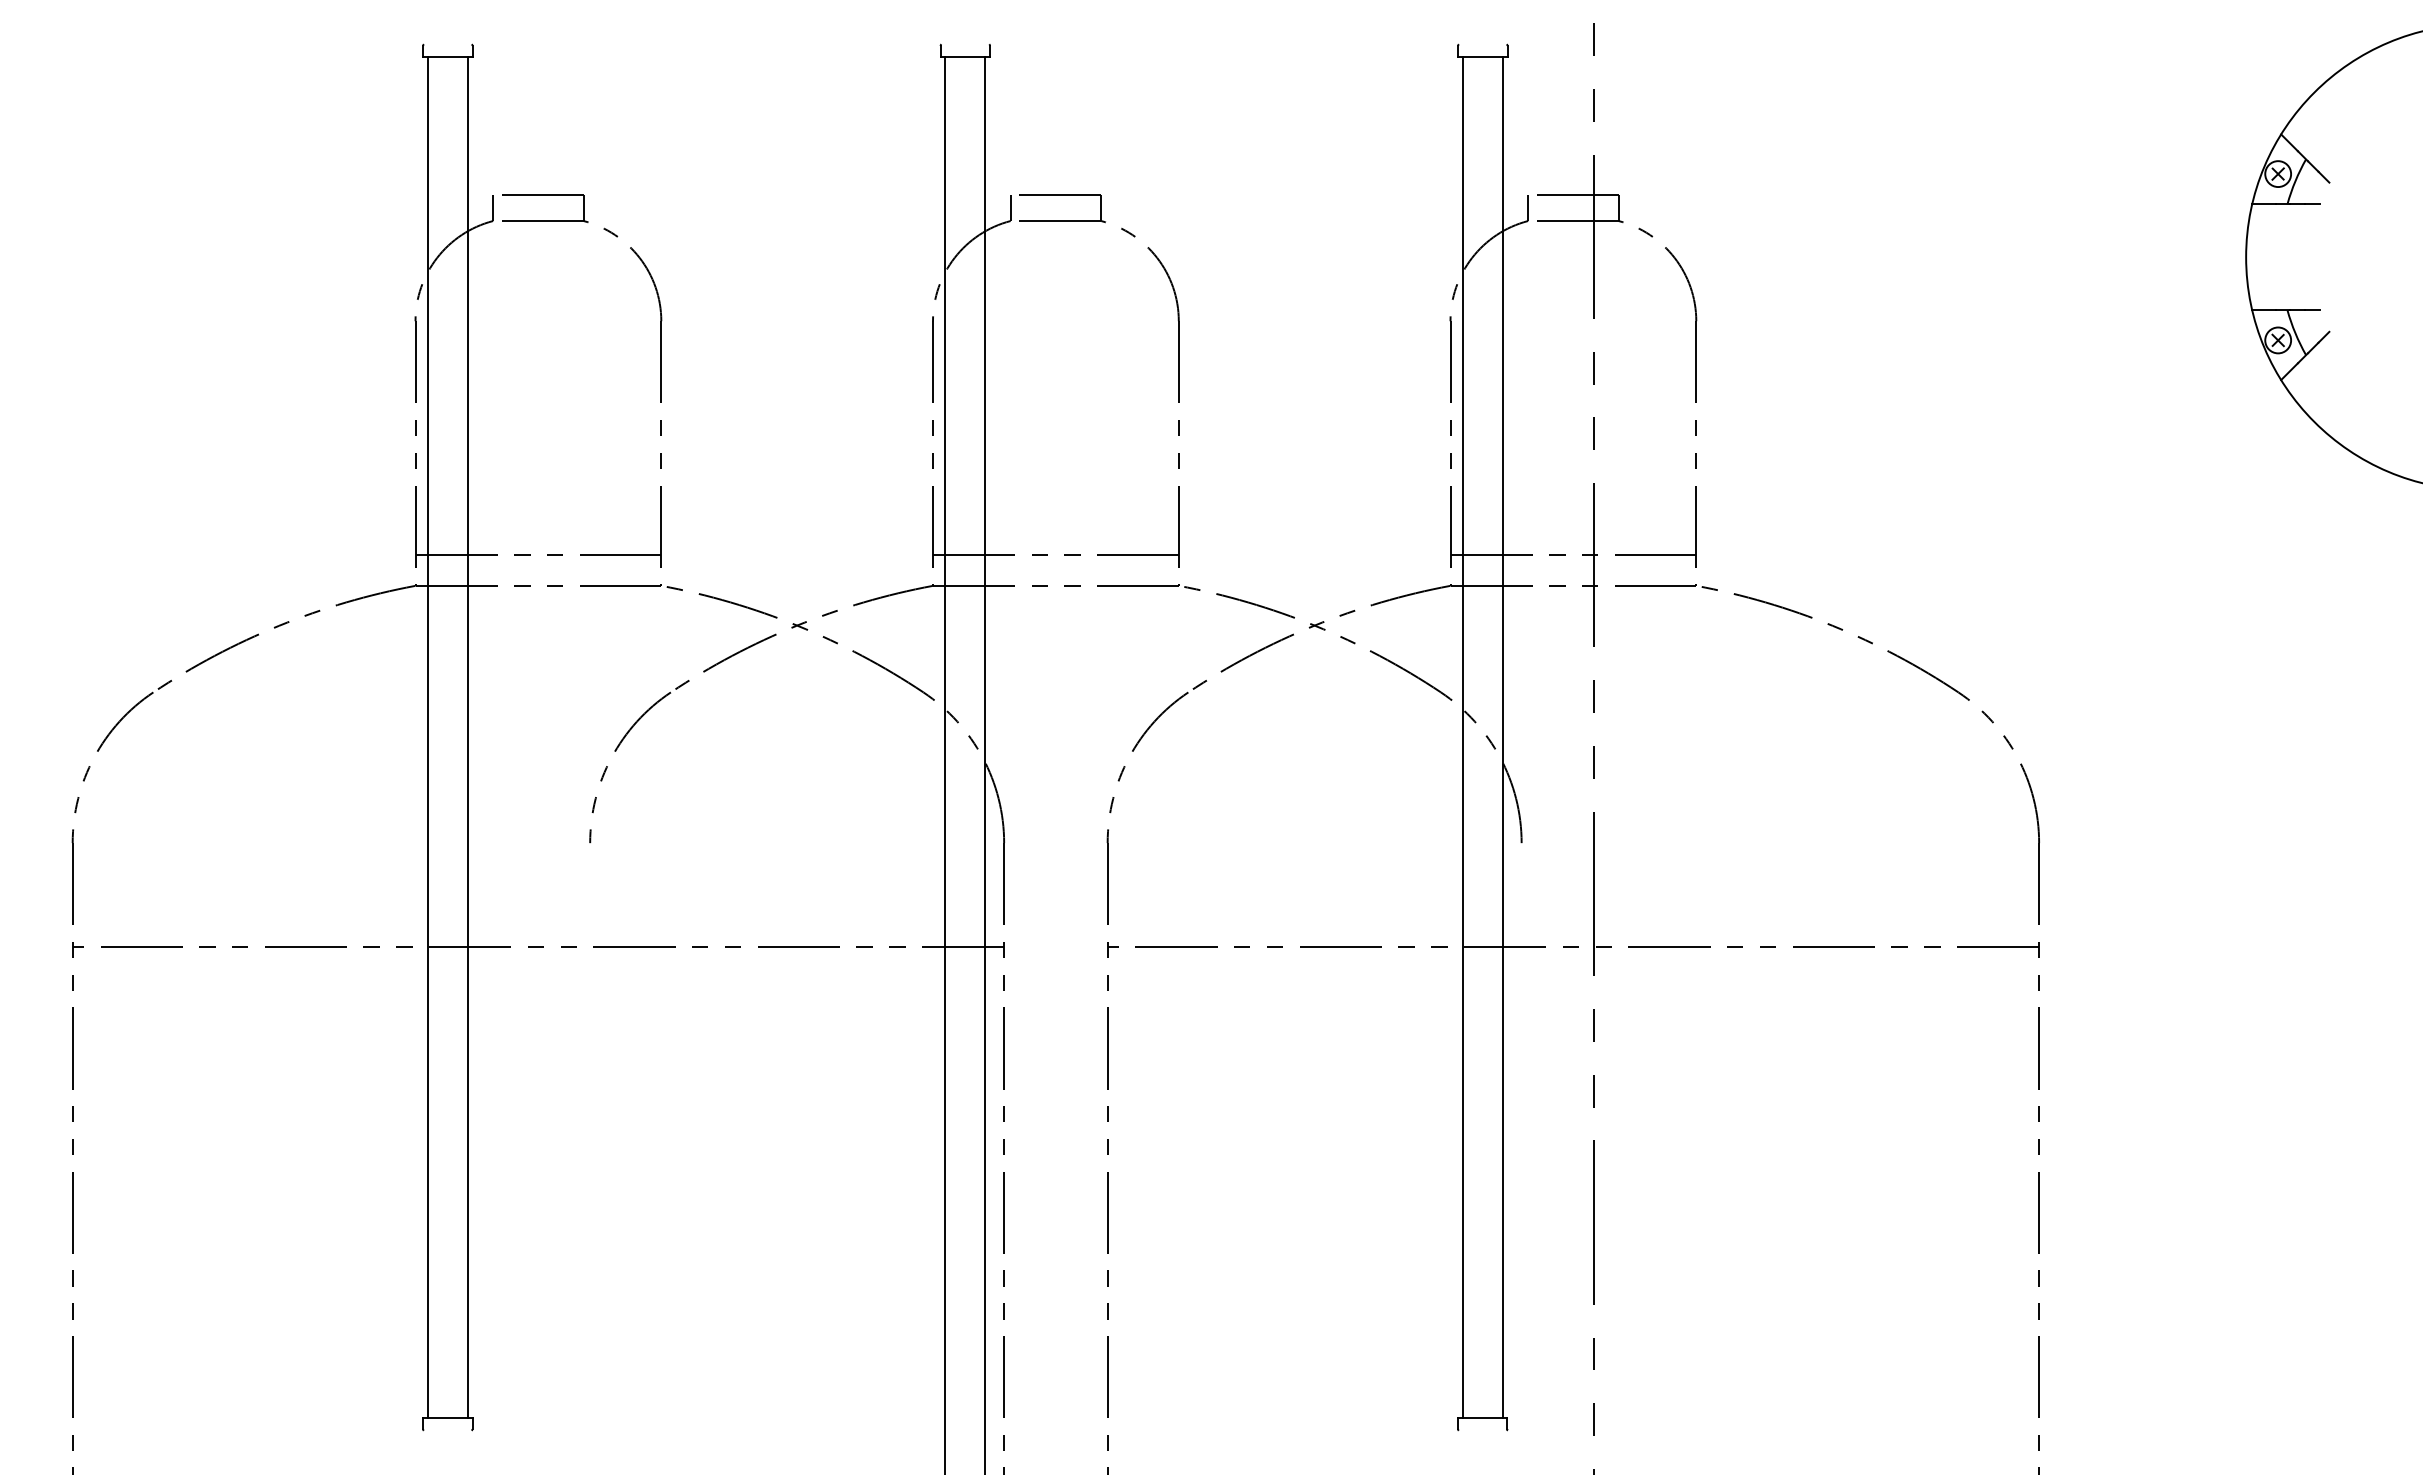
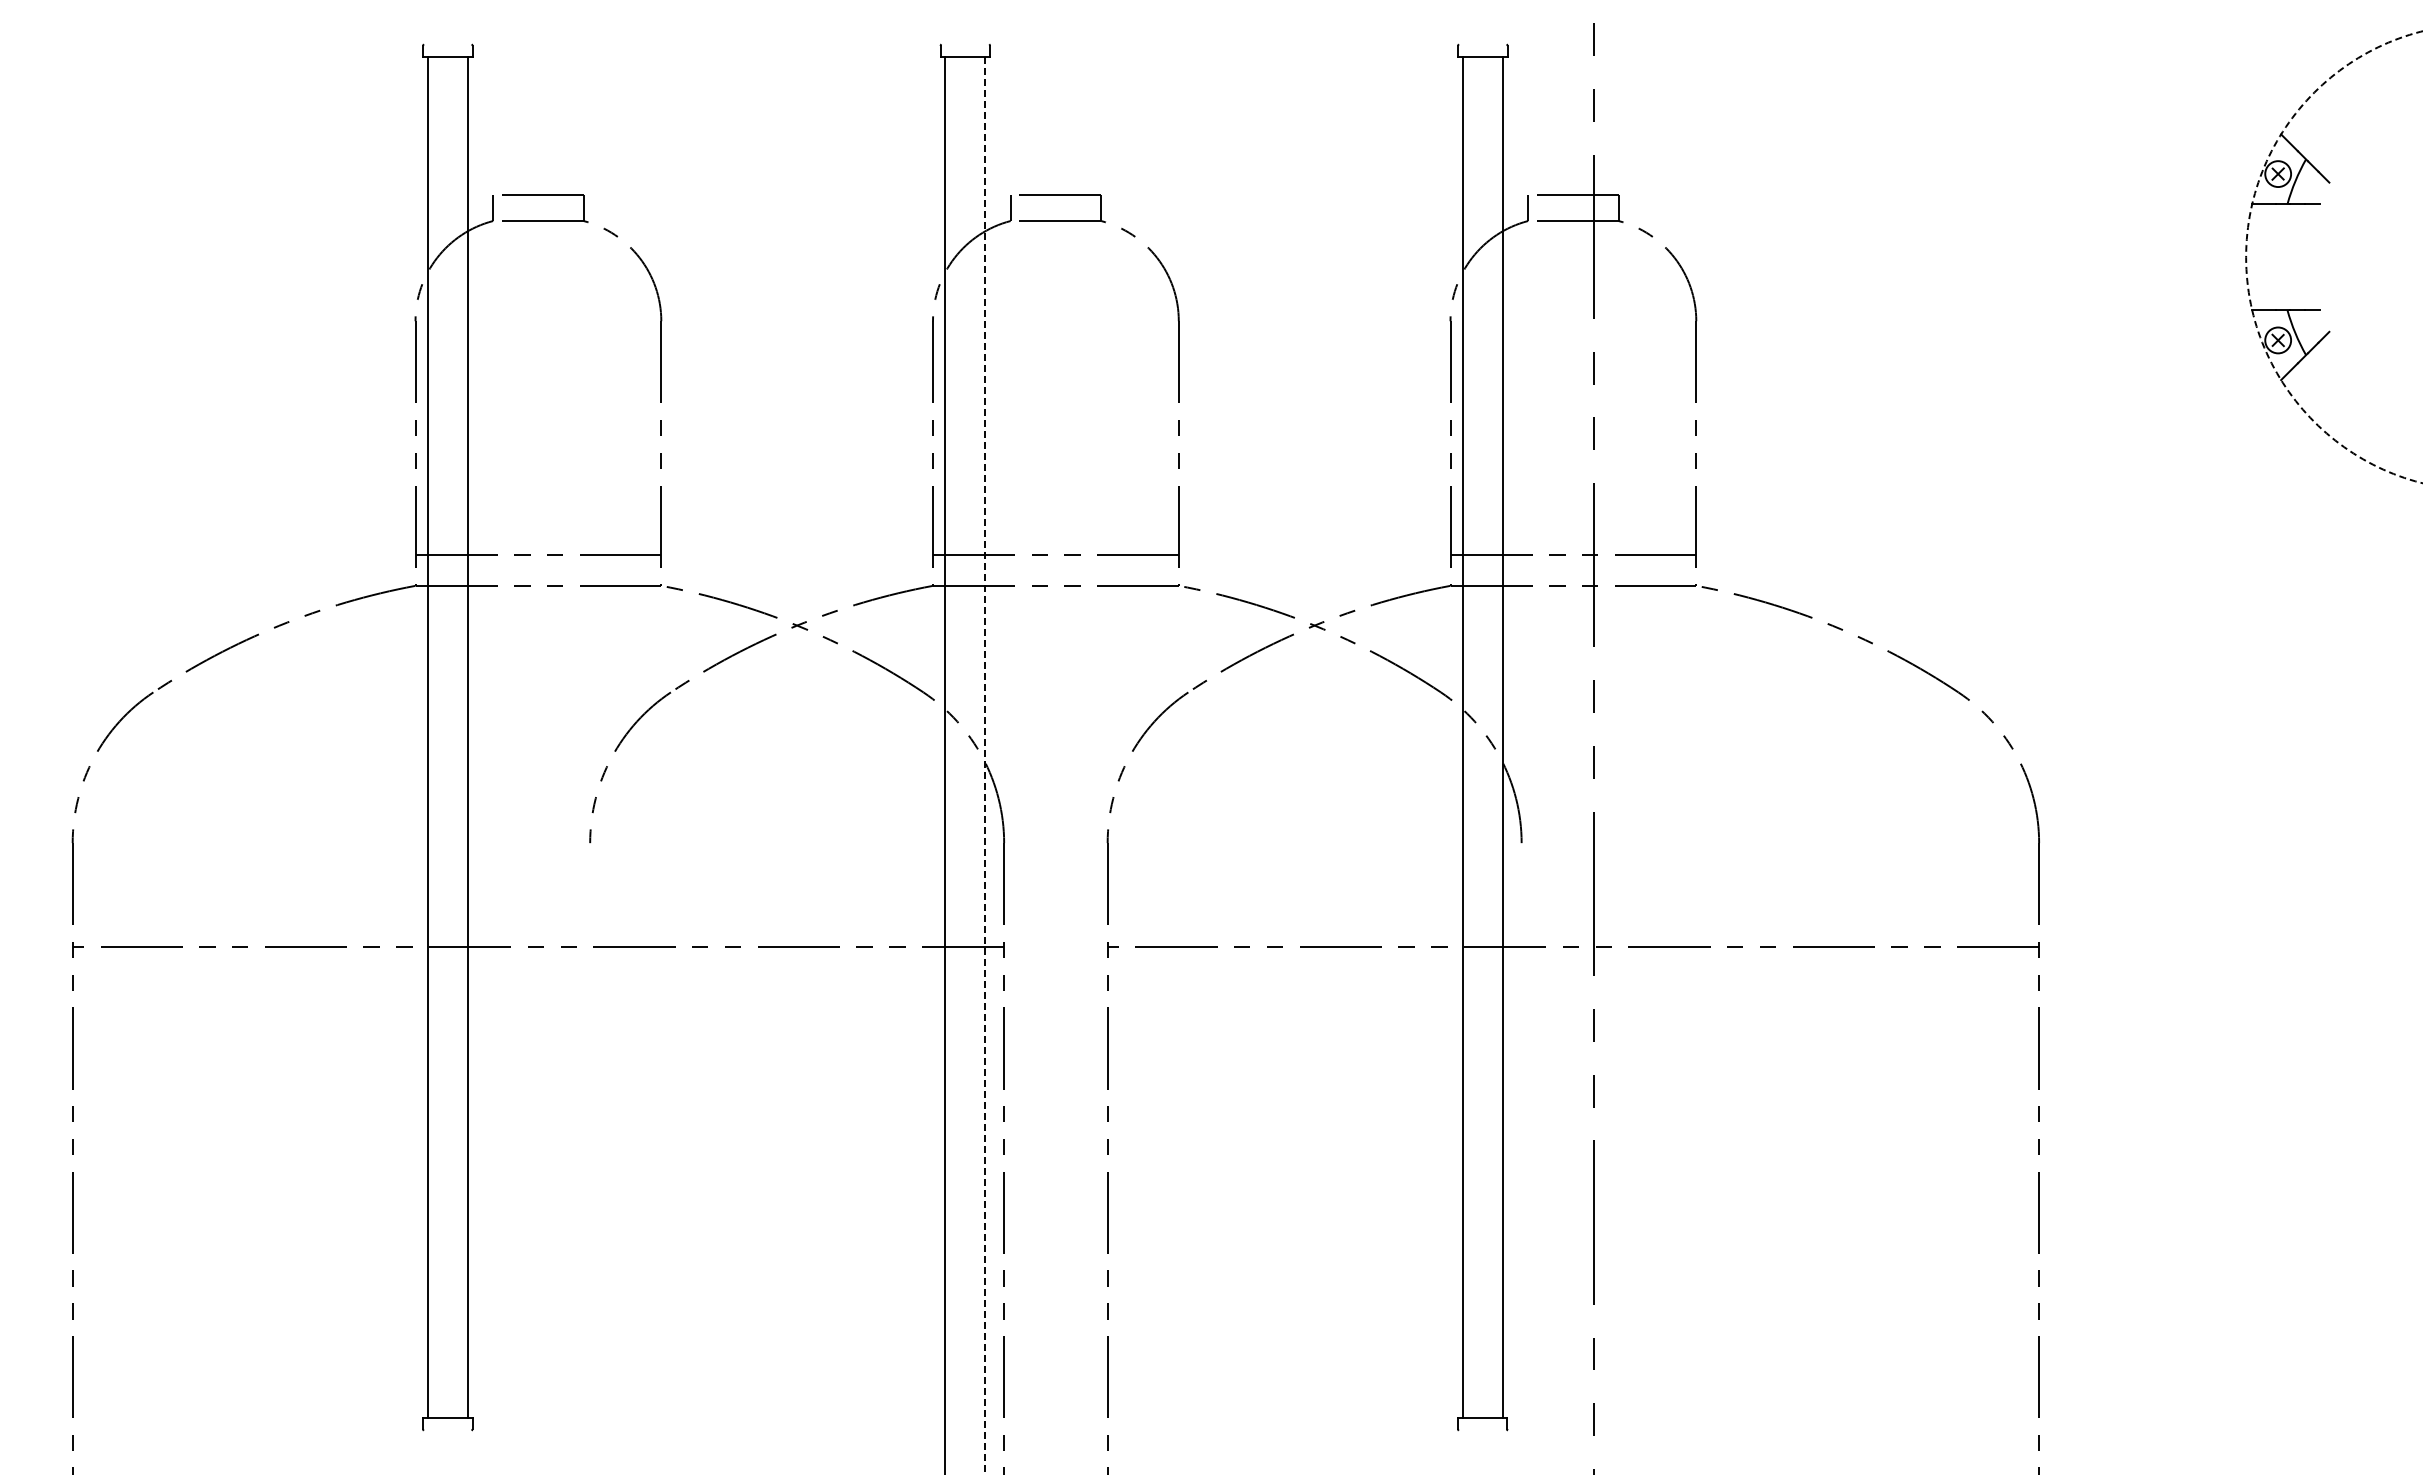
circle at (2334, 257): solid -> dashed
line at (985, 765): solid -> dashed
